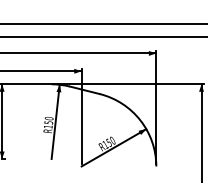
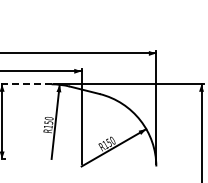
line at (103, 24): present -> none
line at (103, 37): present -> none
line at (25, 84): solid -> dashed
